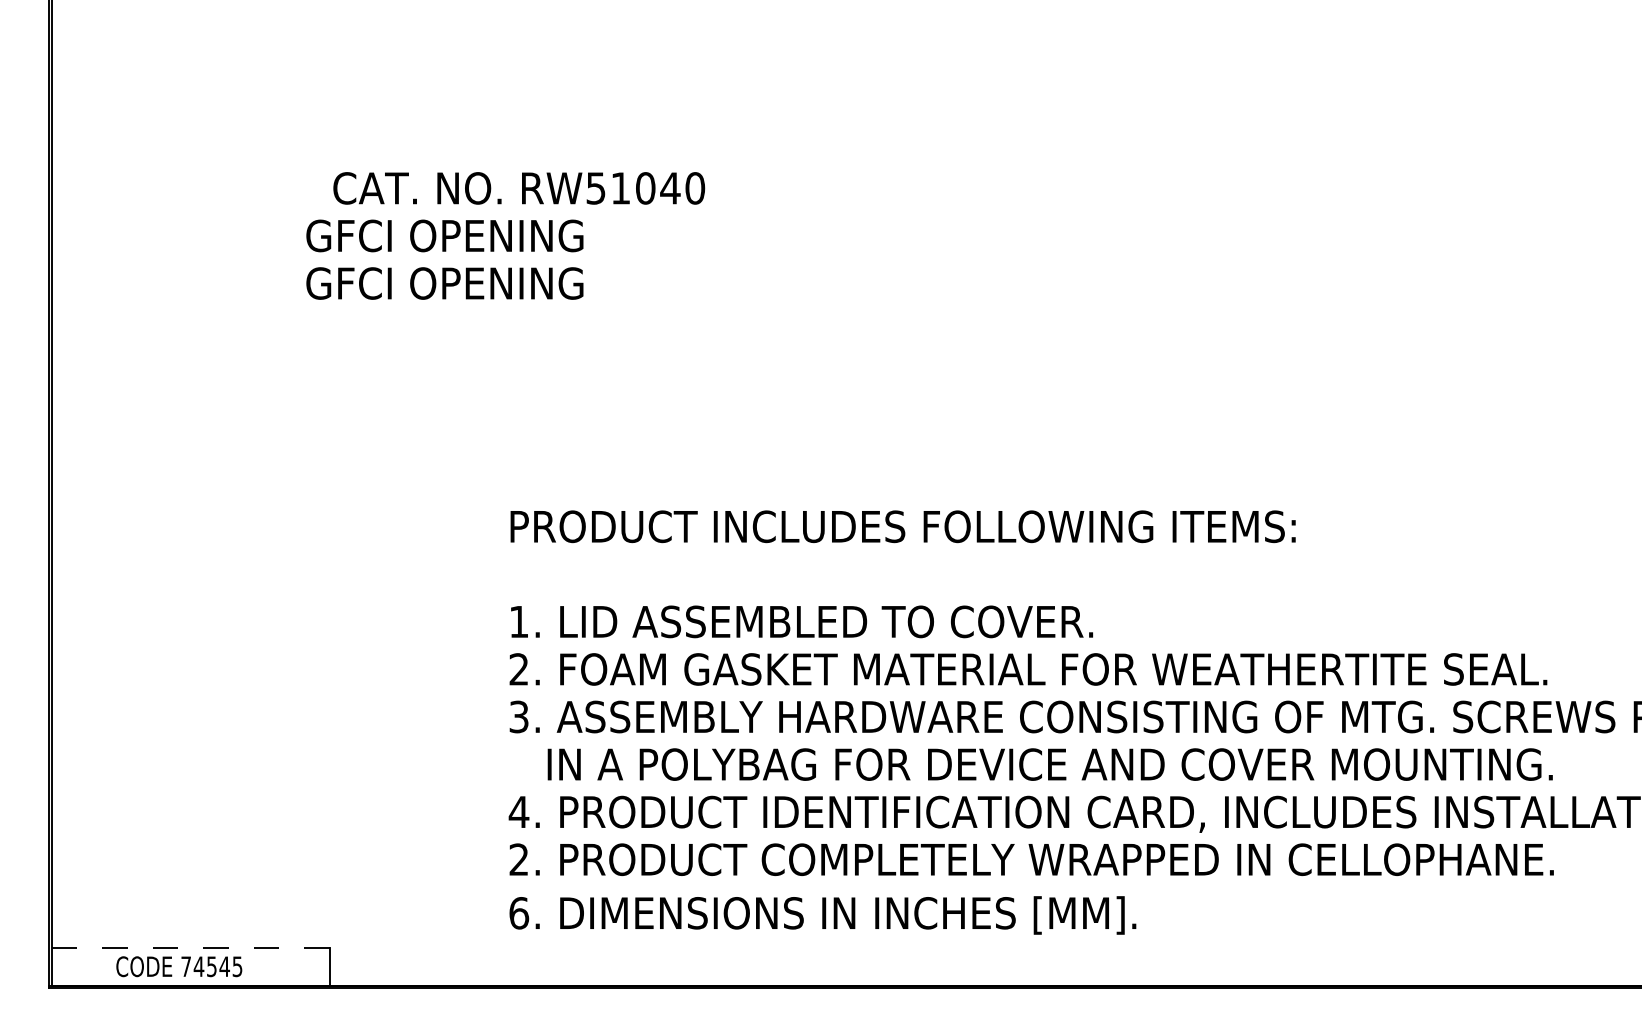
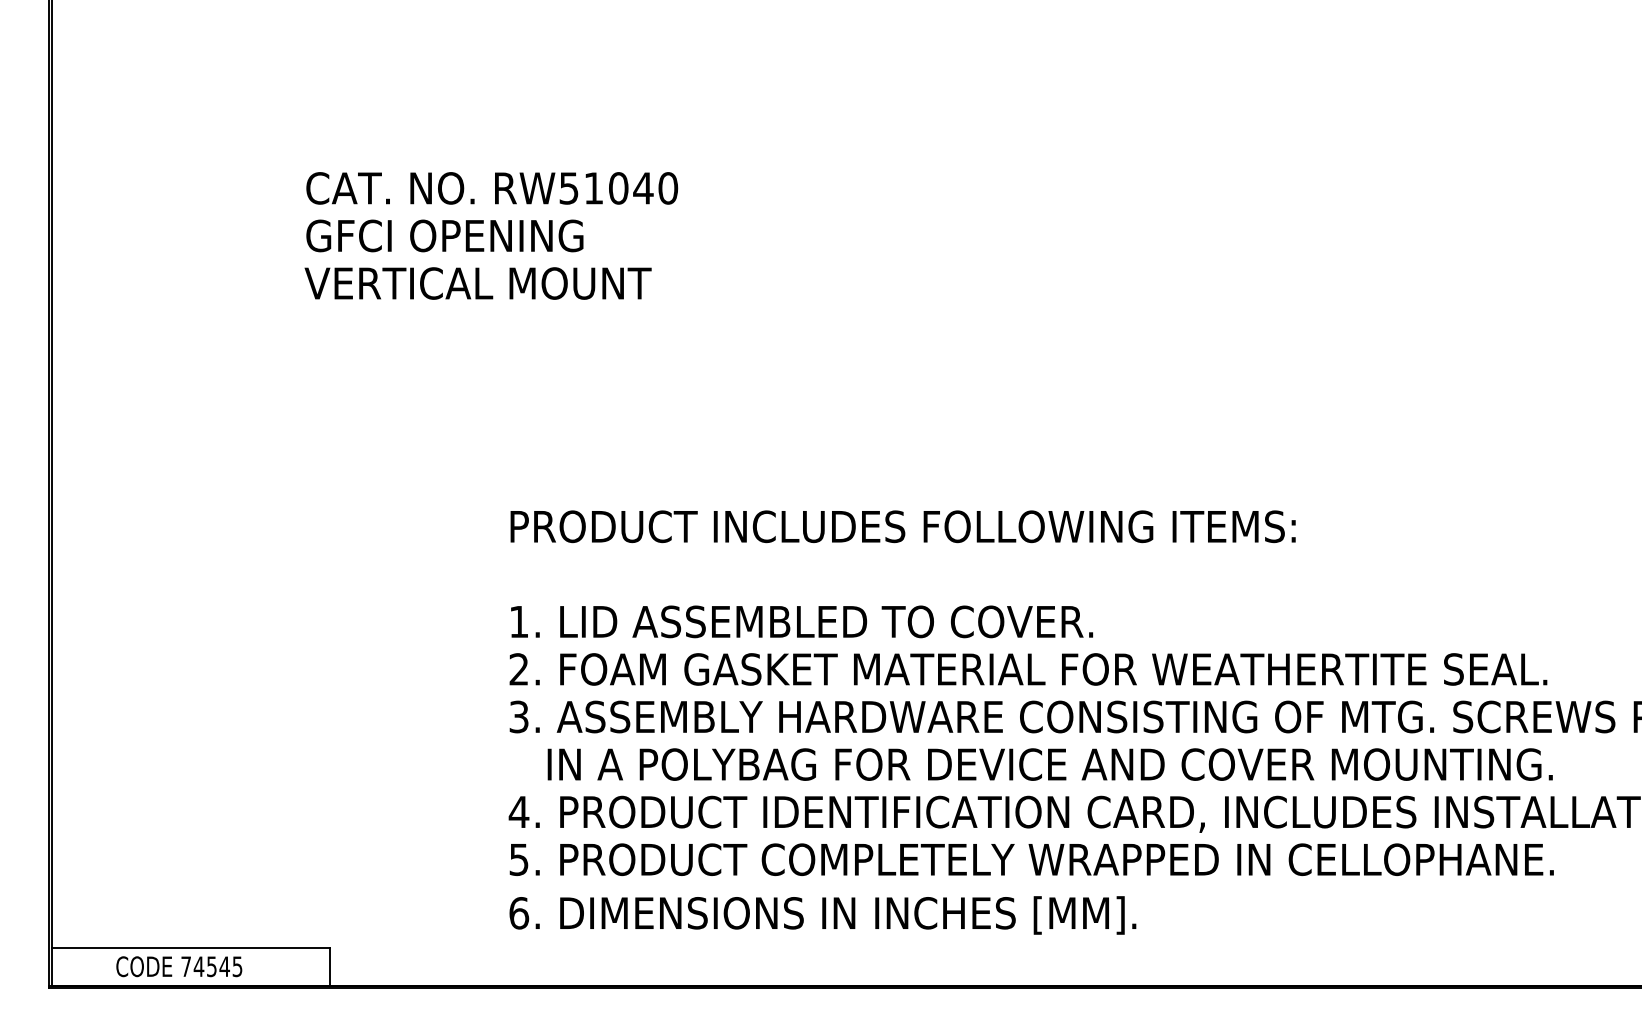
text at (519, 188) position: (519, 188) -> (492, 188)
text at (477, 283): GFCI OPENING -> VERTICAL MOUNT
text at (518, 859): 2. -> 5.
line at (190, 947): dashed -> solid
